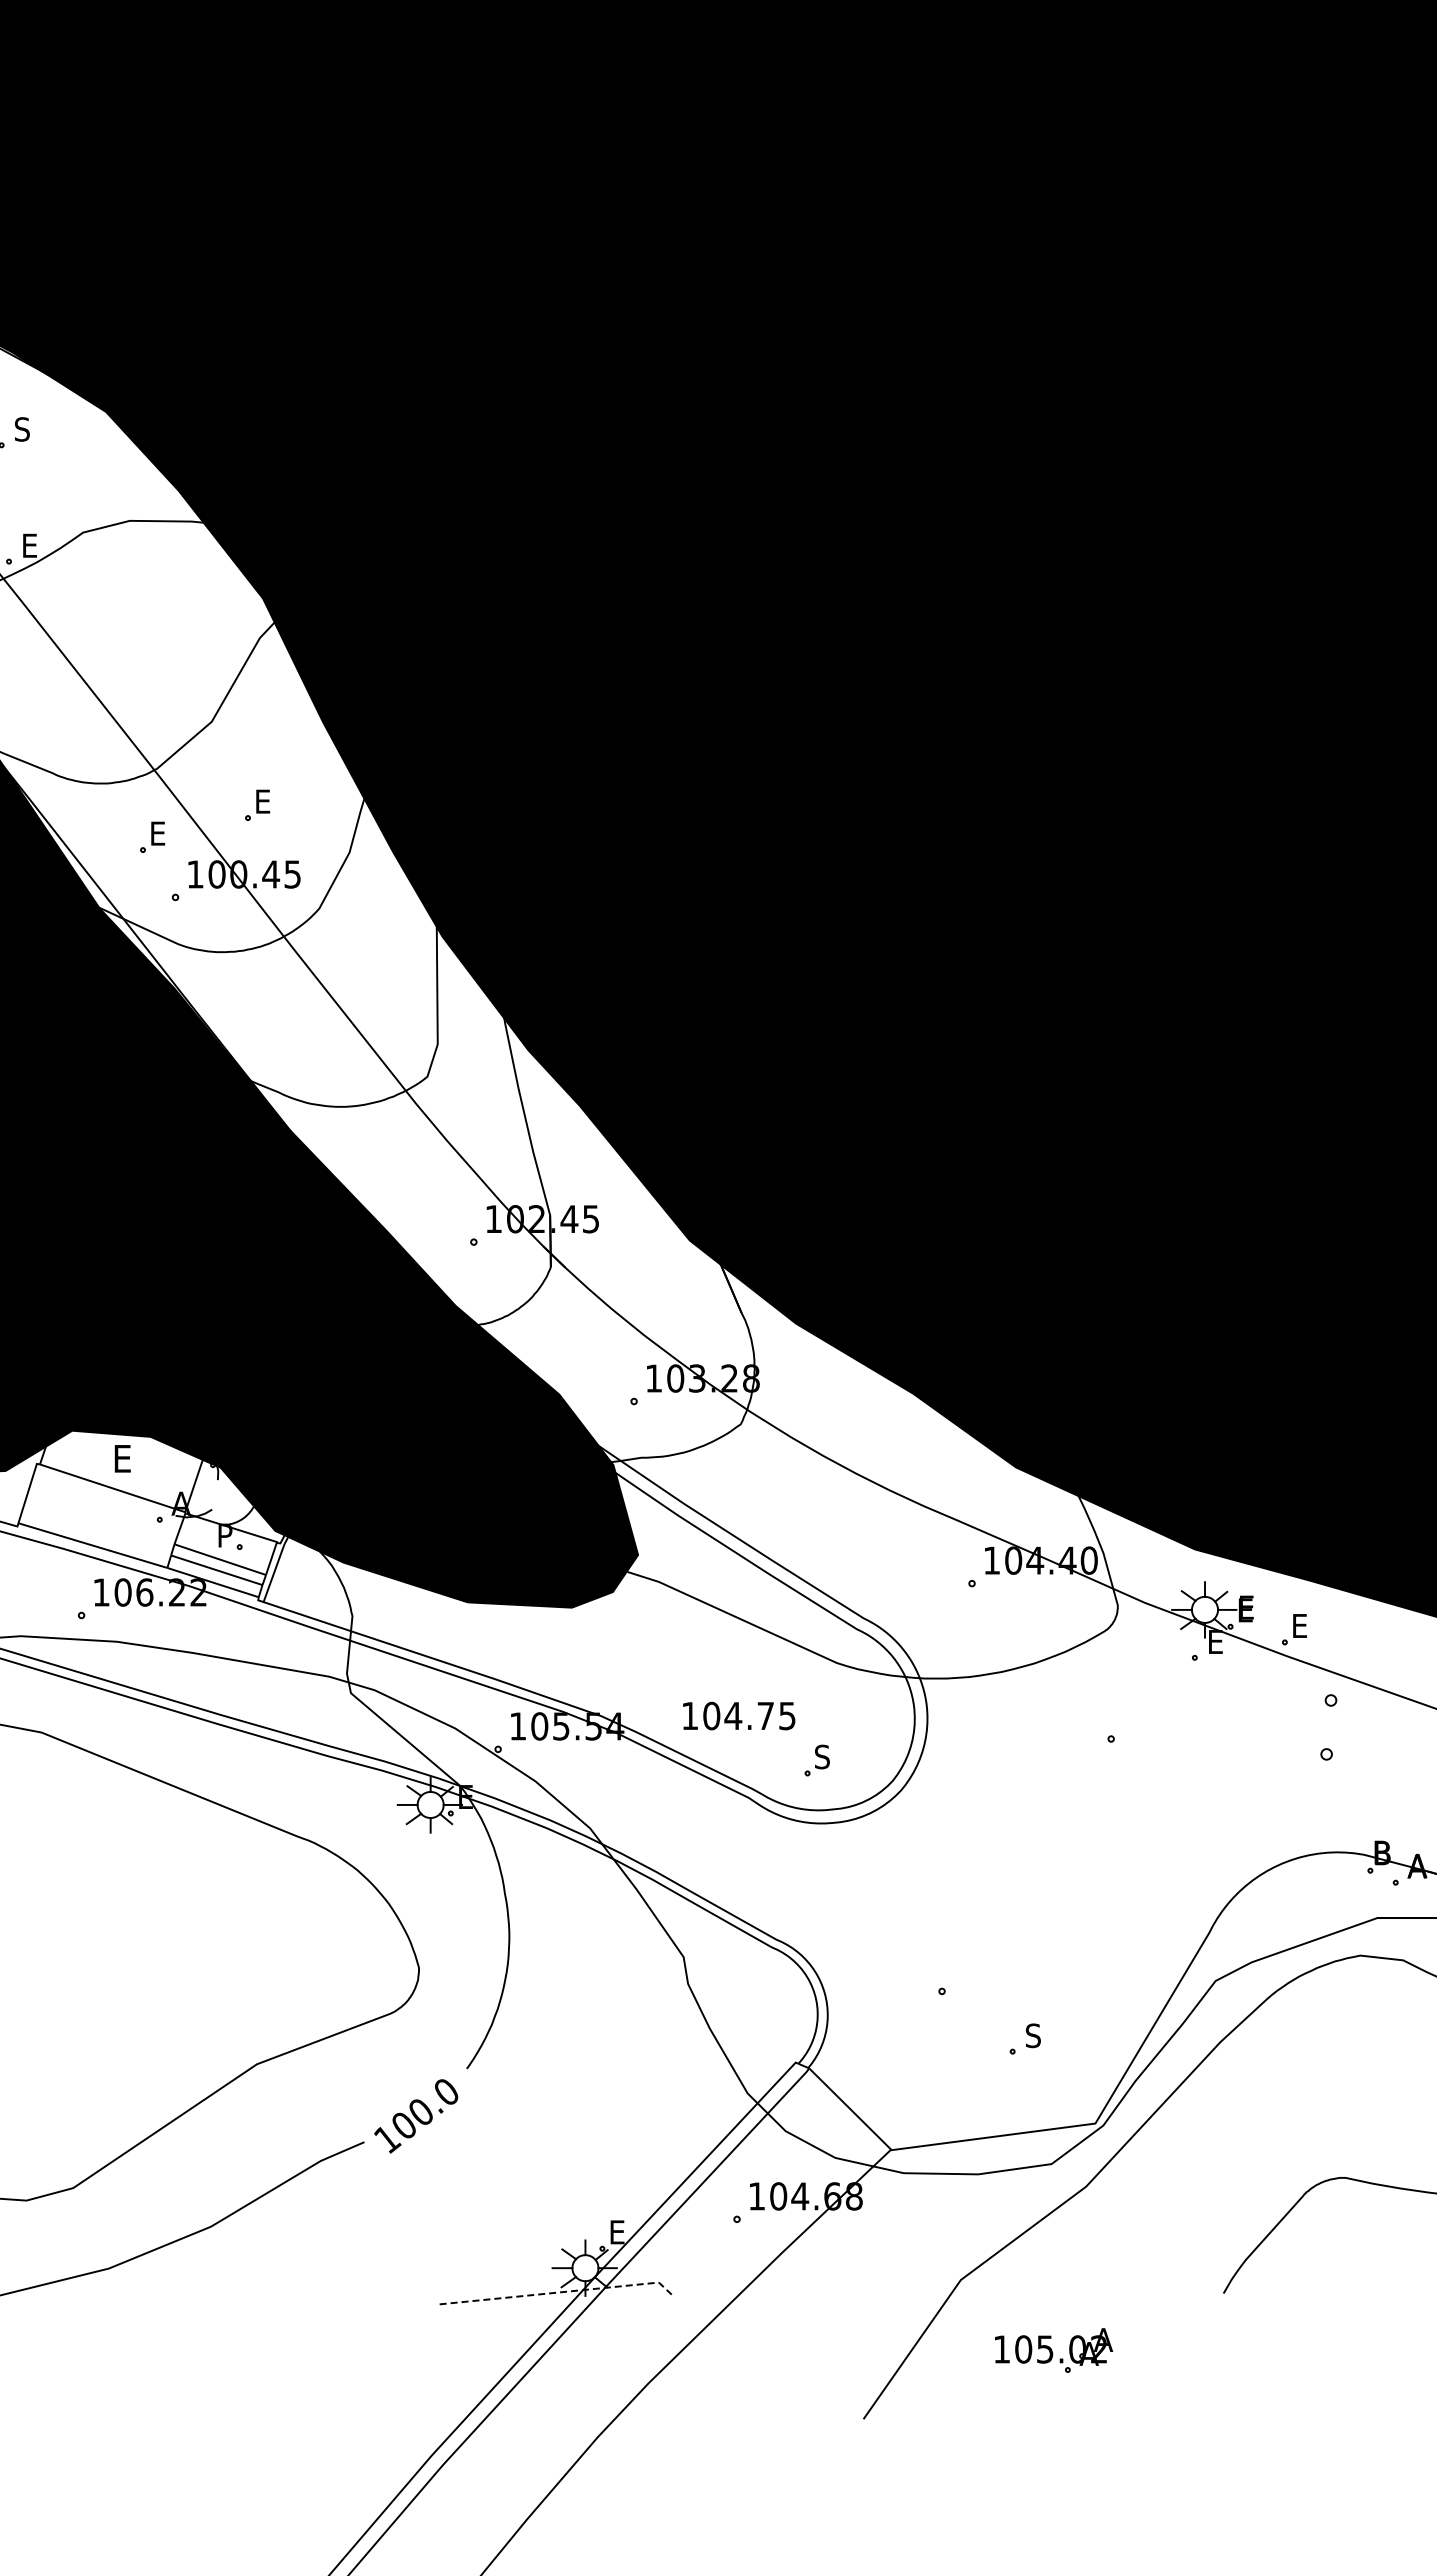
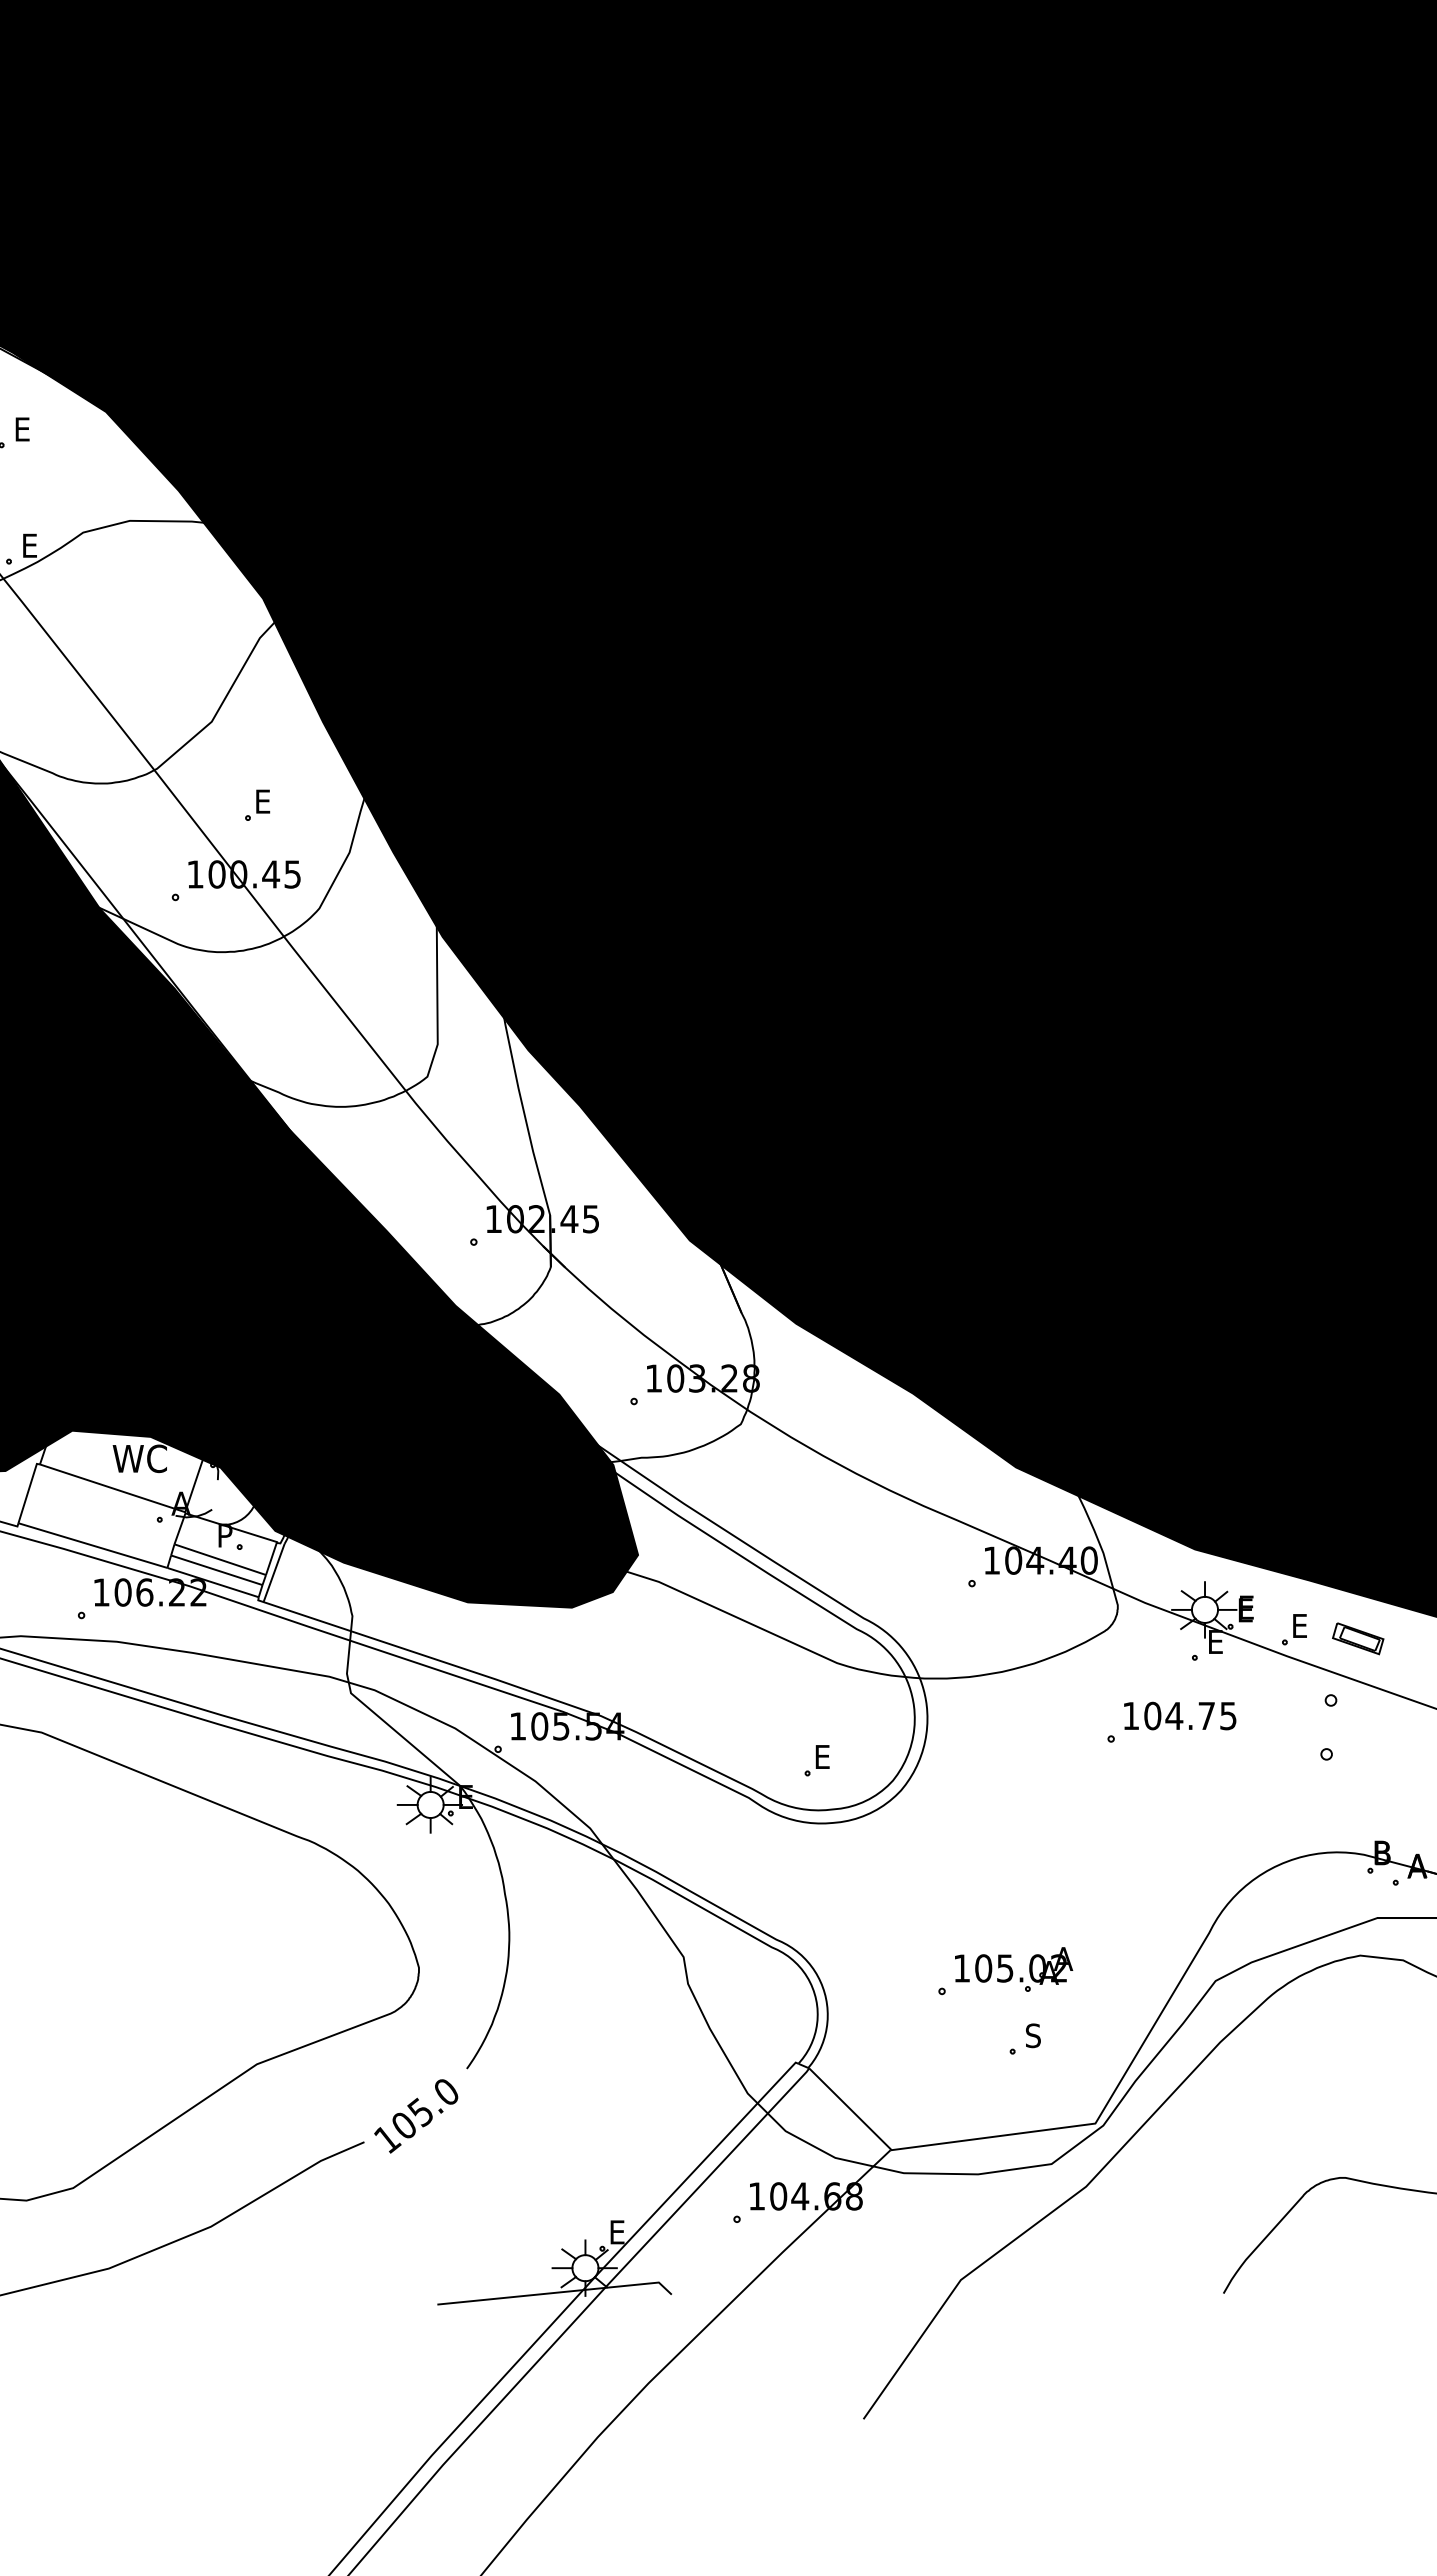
text at (21, 429): S -> E
part at (152, 836): present -> none
text at (139, 1458): E -> WC
part at (1358, 1638): none -> present
text at (739, 1715) position: (739, 1715) -> (1180, 1715)
text at (822, 1756): S -> E
text at (419, 2112): 100.0 -> 105.0
line at (557, 2292): dashed -> solid
part at (1054, 2350) position: (1054, 2350) -> (1014, 1969)
